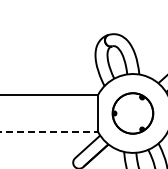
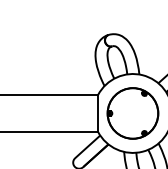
part at (132, 113) size: 44x43 px -> 54x53 px
line at (49, 131): dashed -> solid
